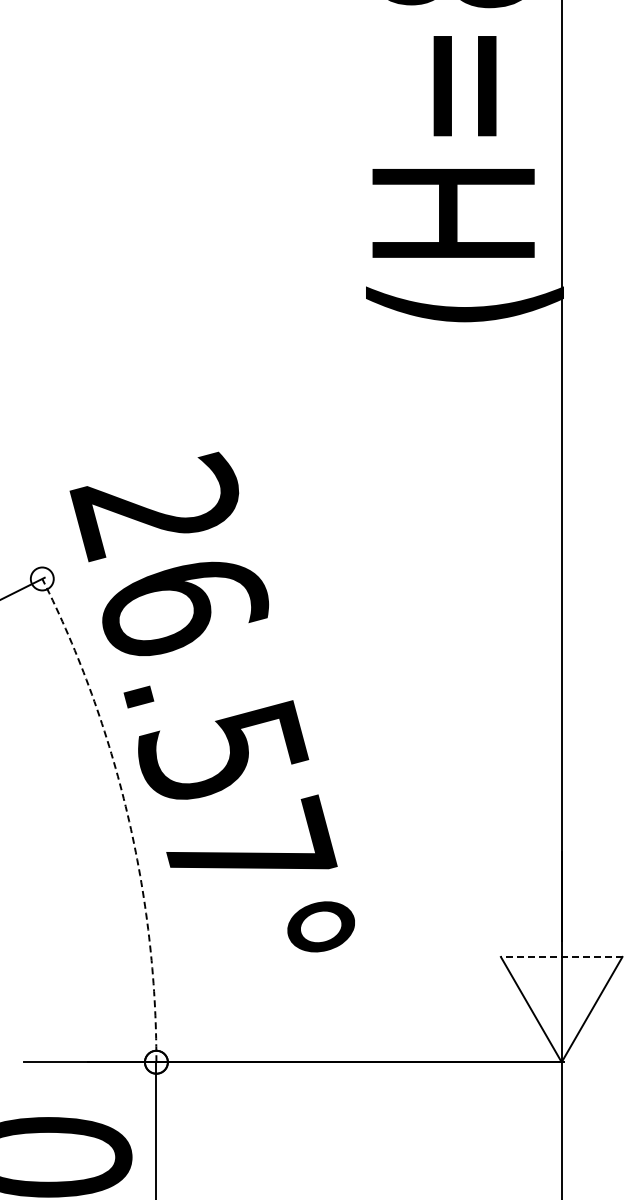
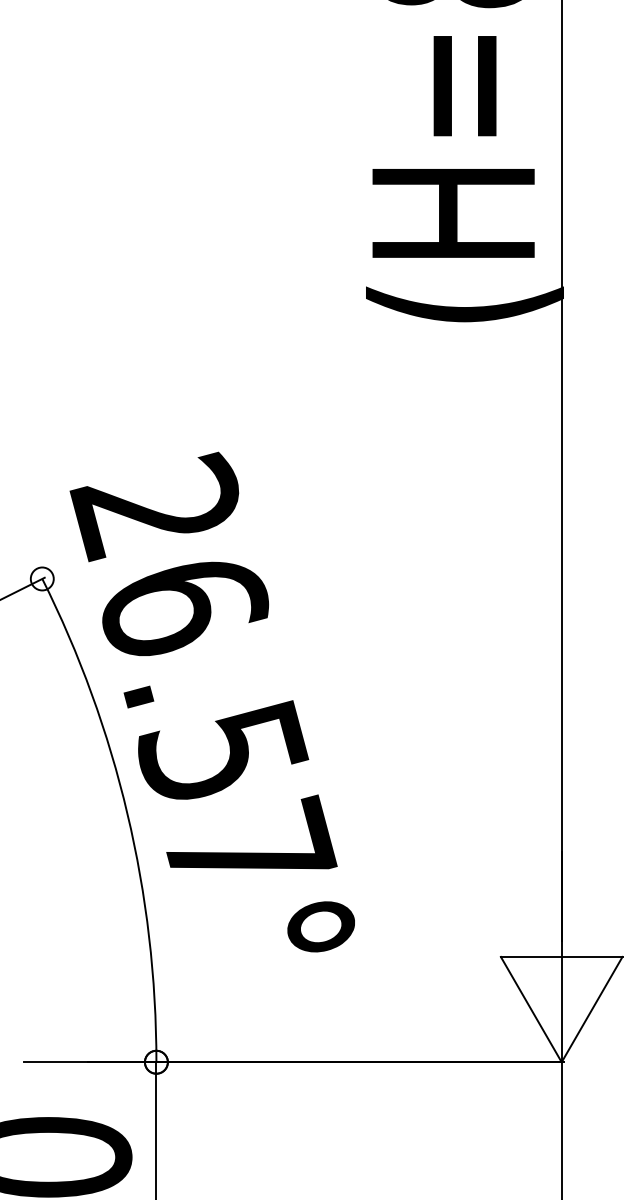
arc at (127, 813): dashed -> solid
line at (561, 956): dashed -> solid
